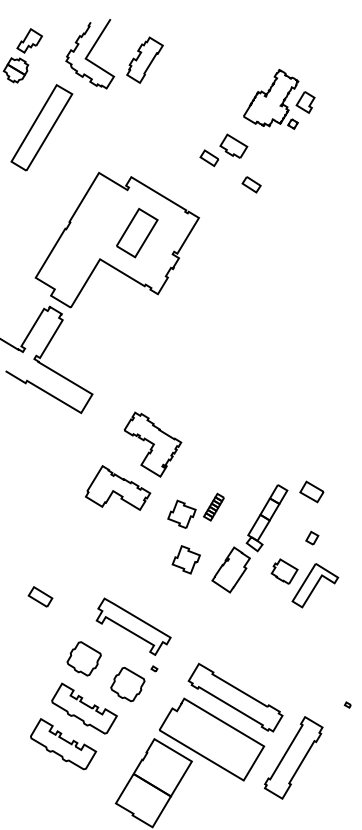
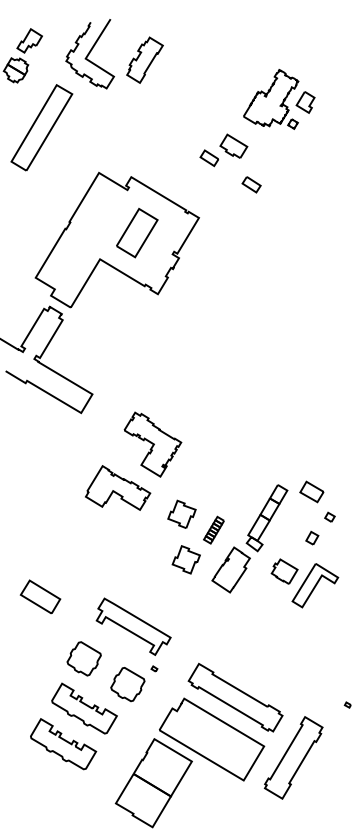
part at (213, 506) position: (213, 506) -> (213, 529)
part at (329, 516): none -> present
part at (40, 596) size: 27x22 px -> 43x36 px
